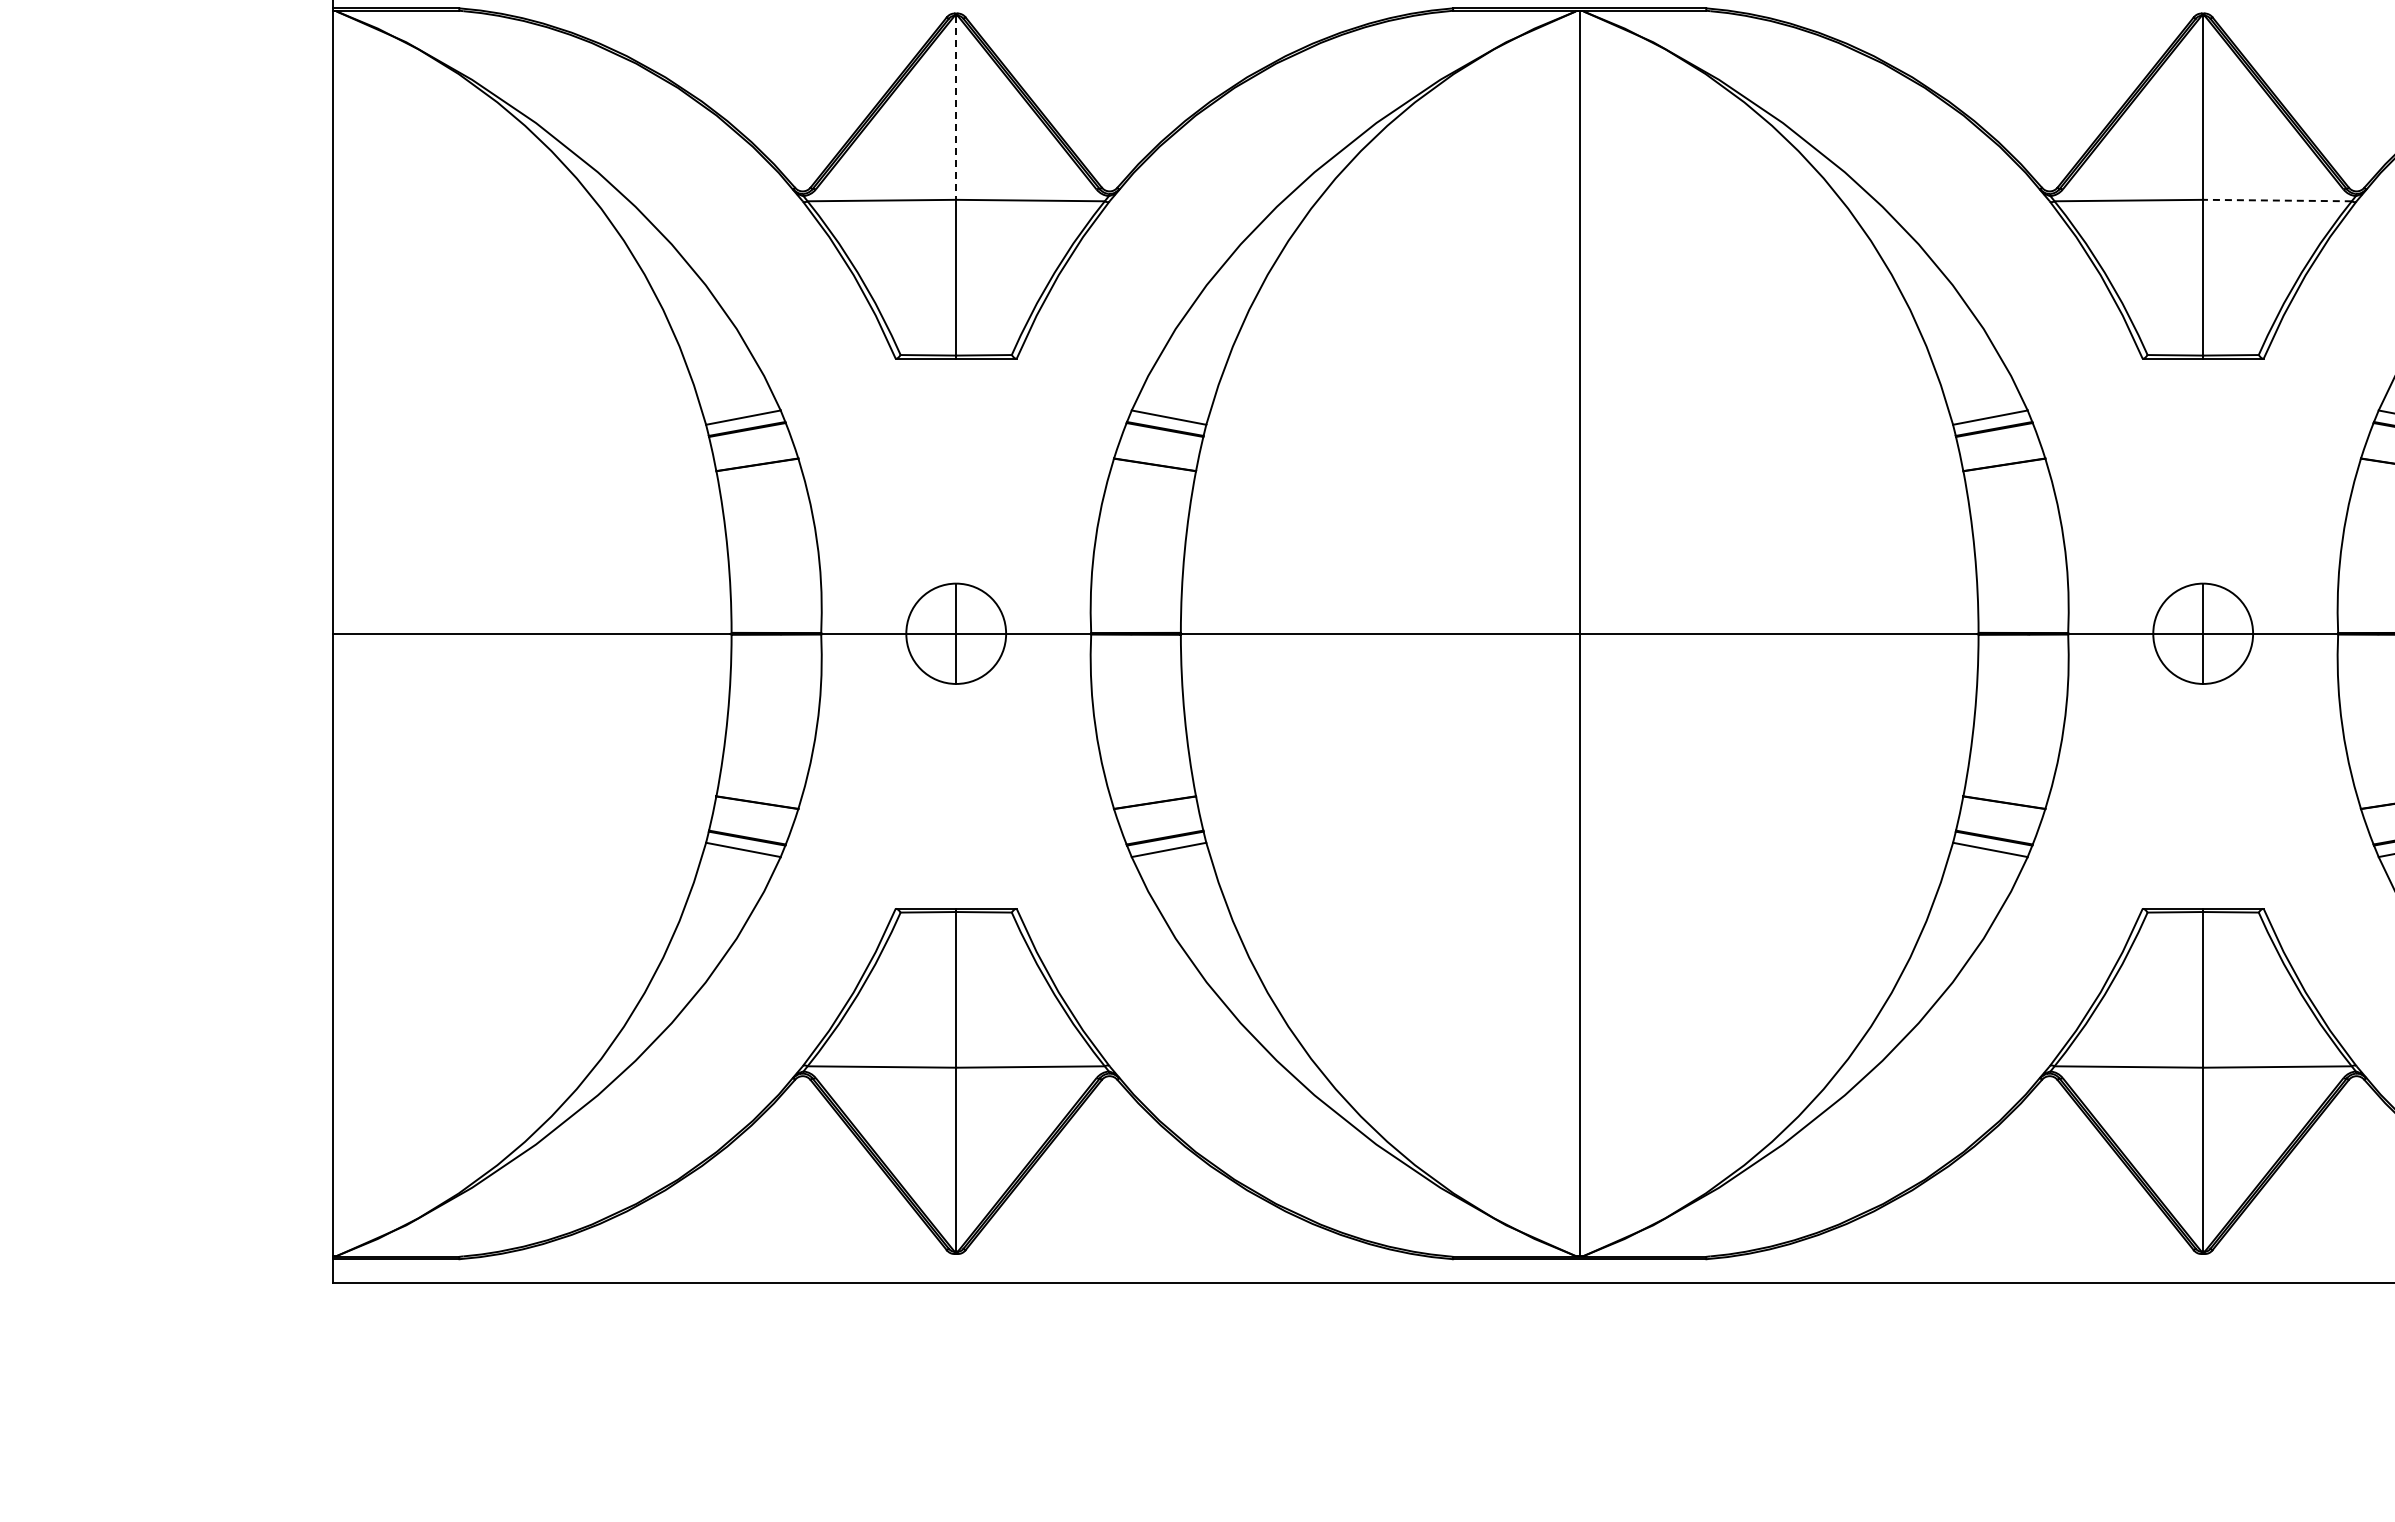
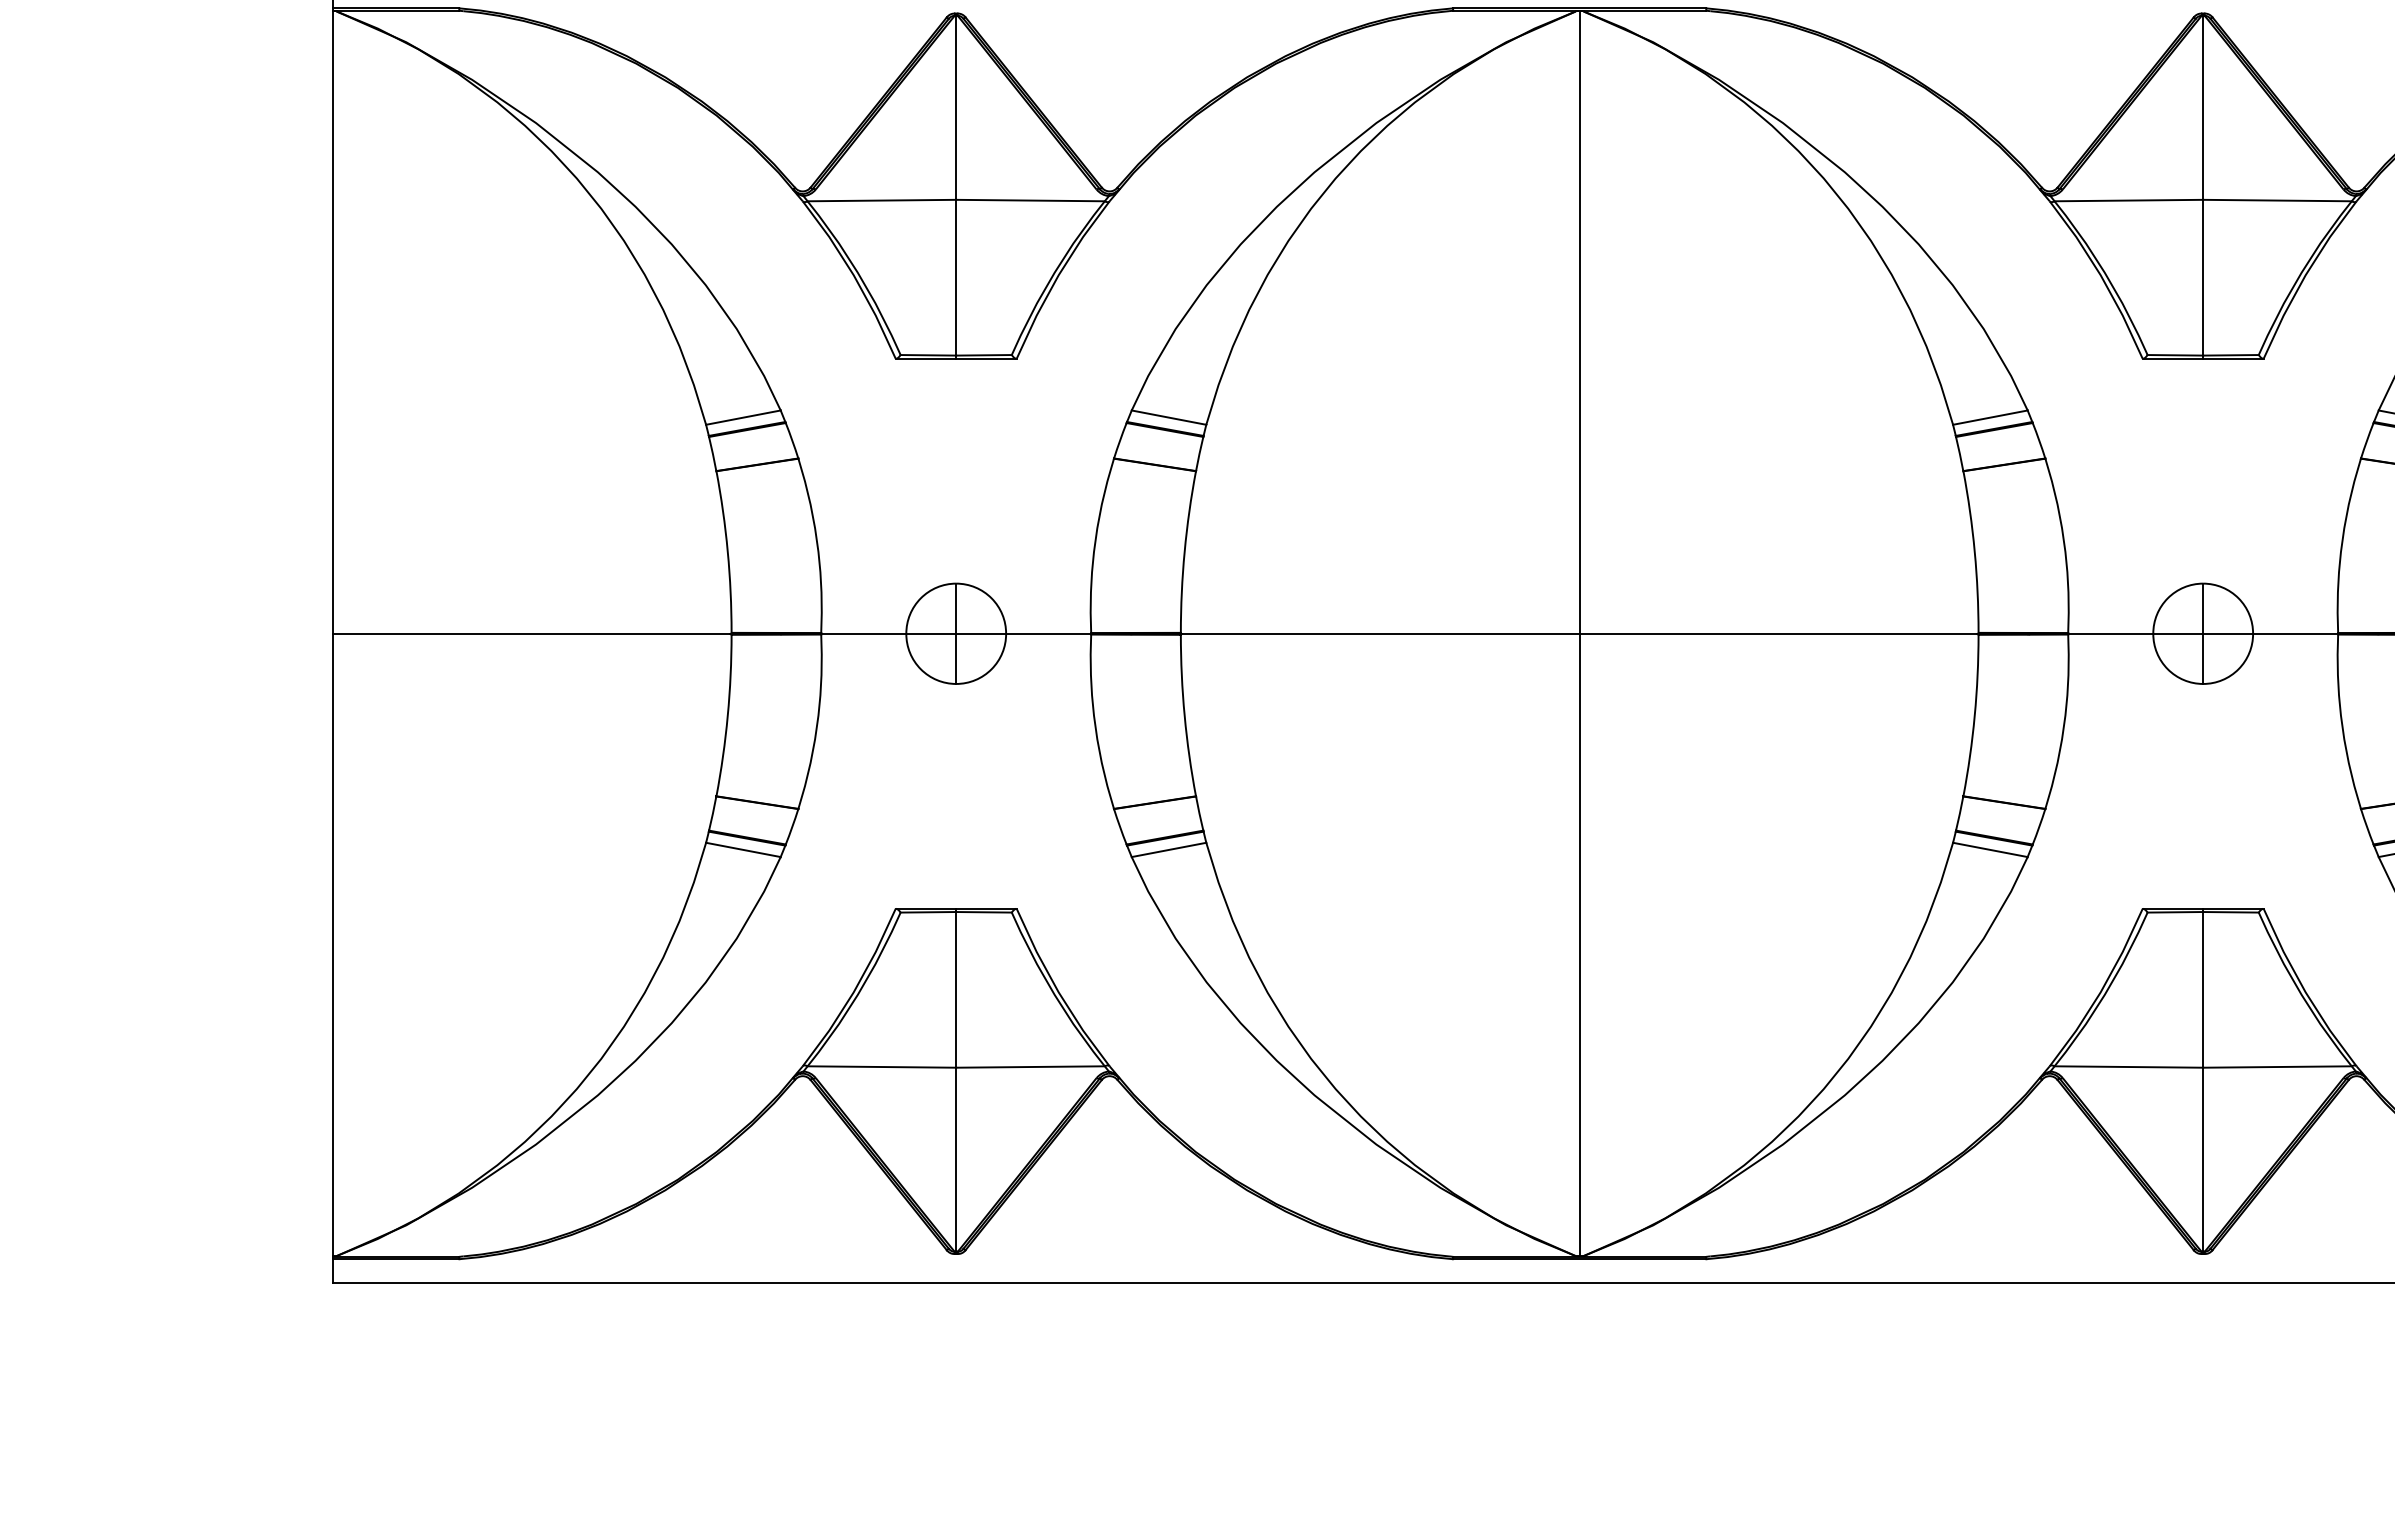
line at (956, 107): dashed -> solid
line at (2276, 200): dashed -> solid
